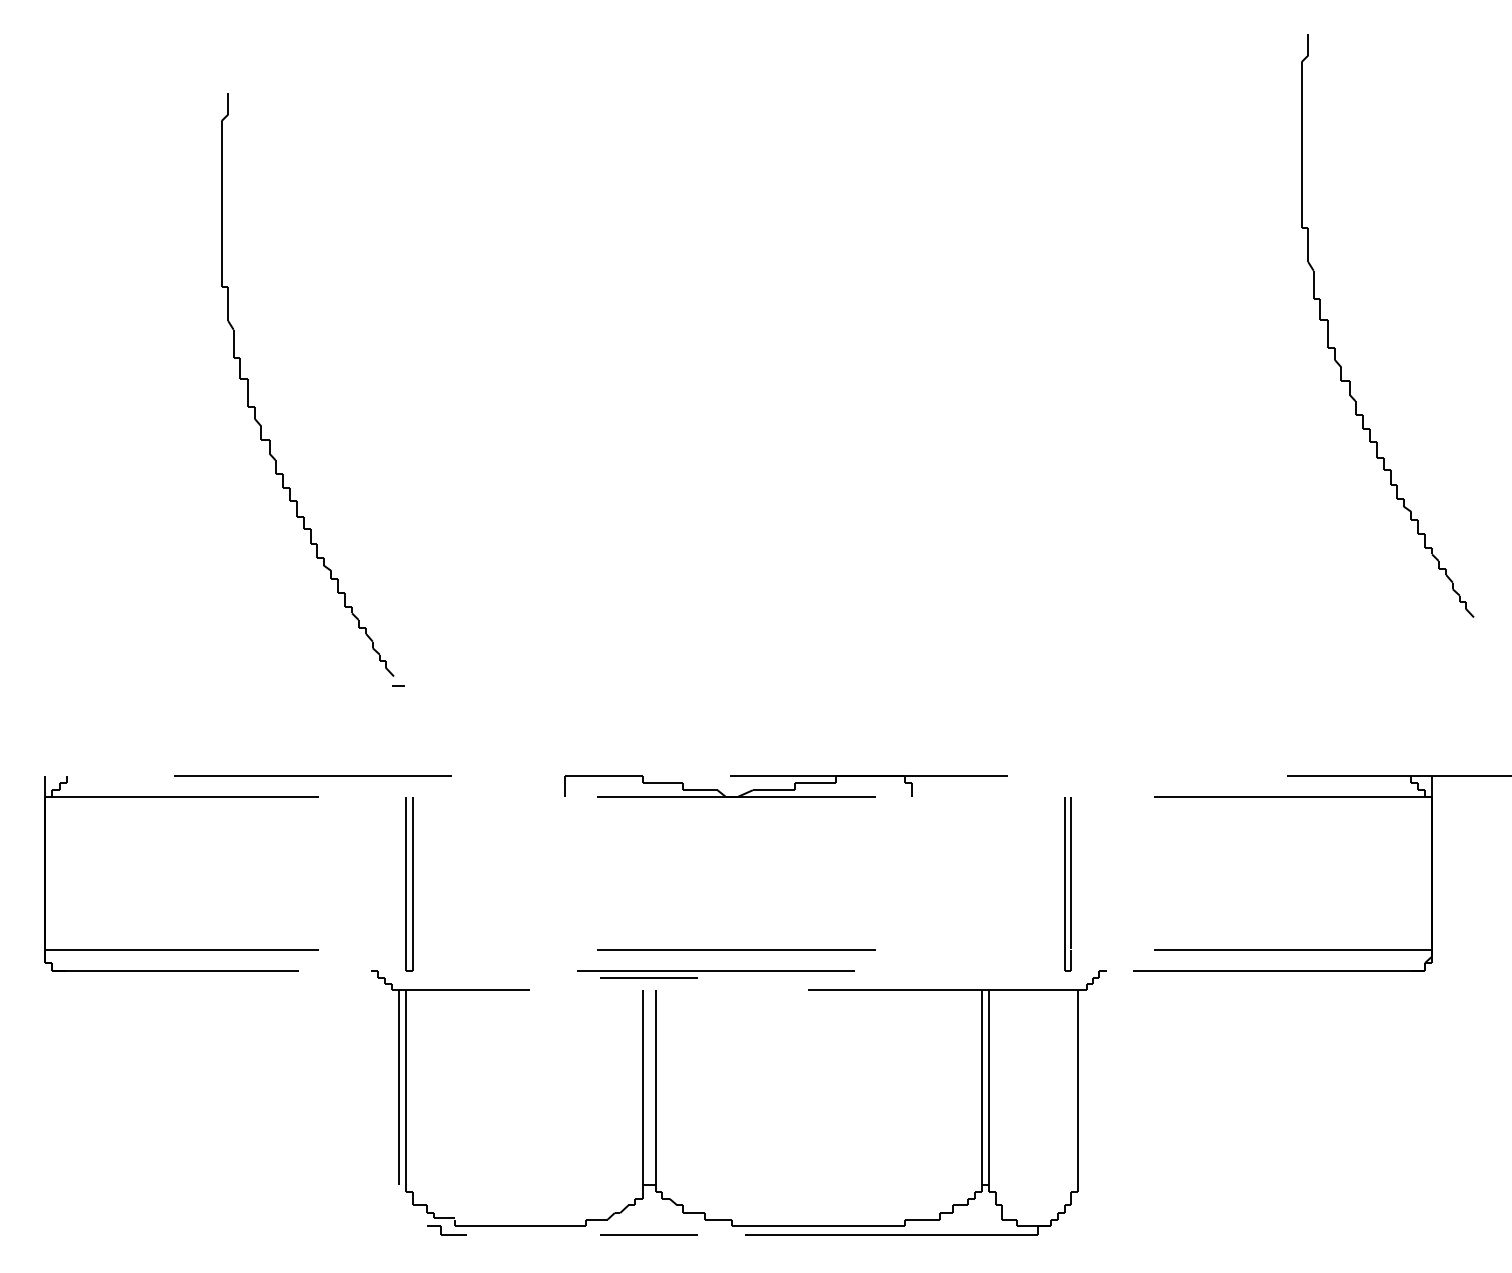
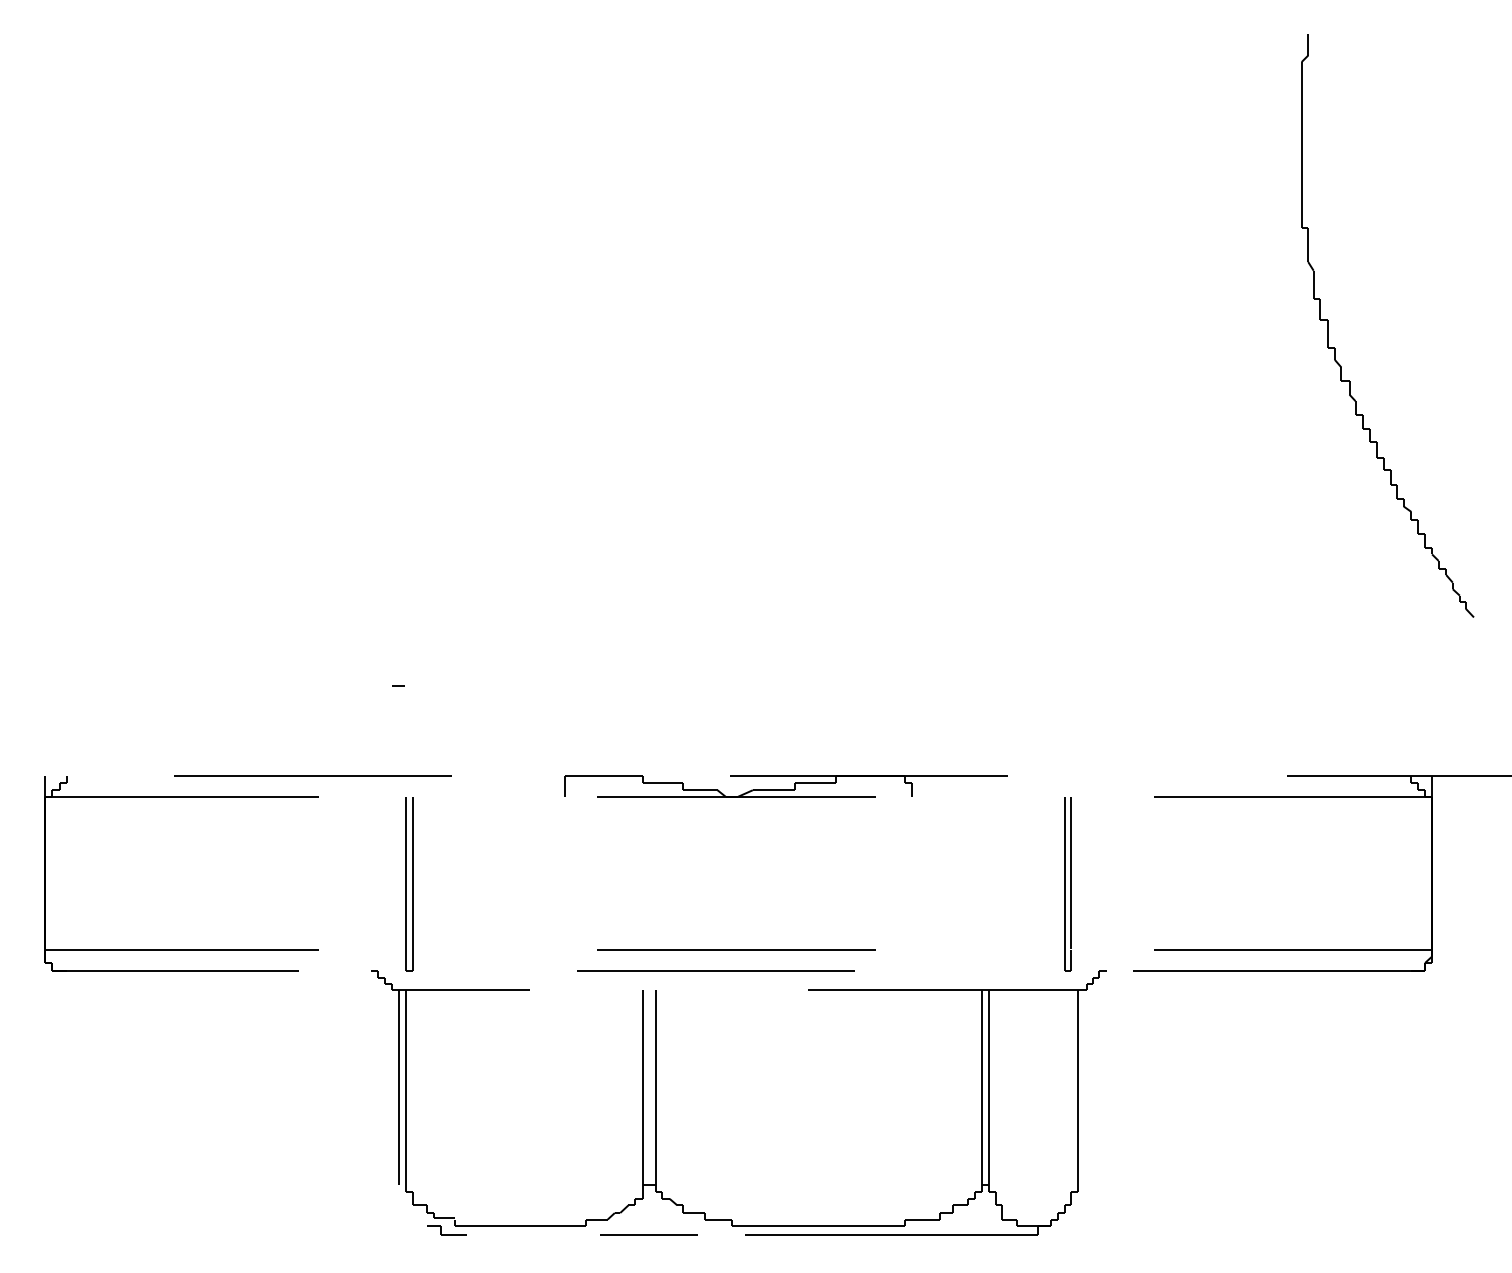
part at (255, 407): present -> none
line at (648, 977): present -> none
